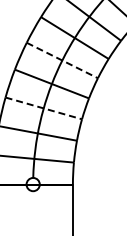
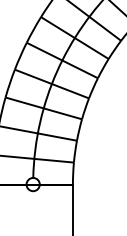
line at (62, 60): dashed -> solid
line at (43, 108): dashed -> solid
